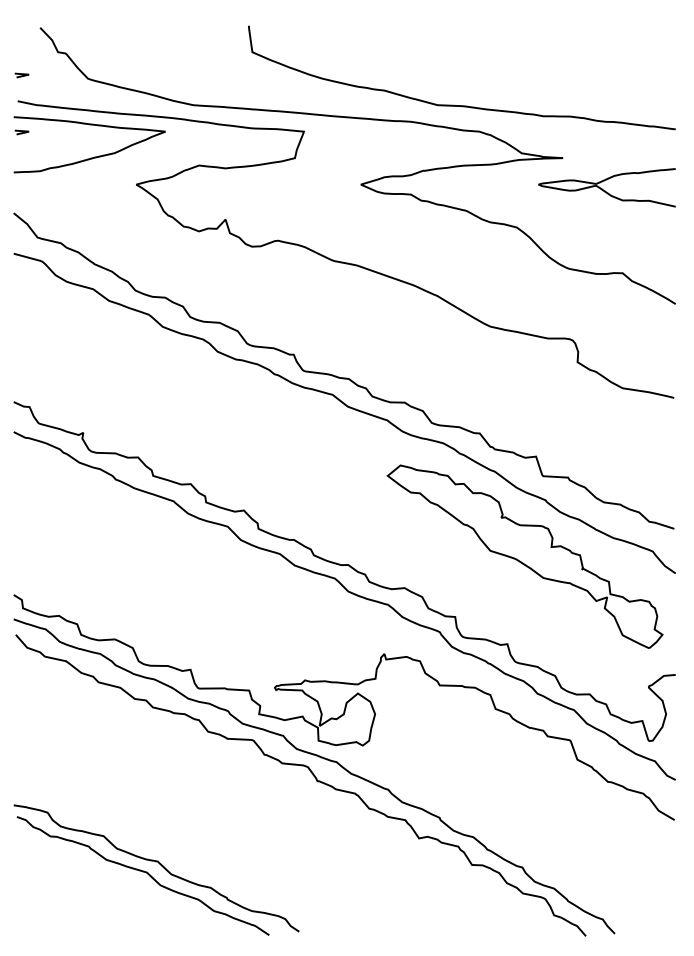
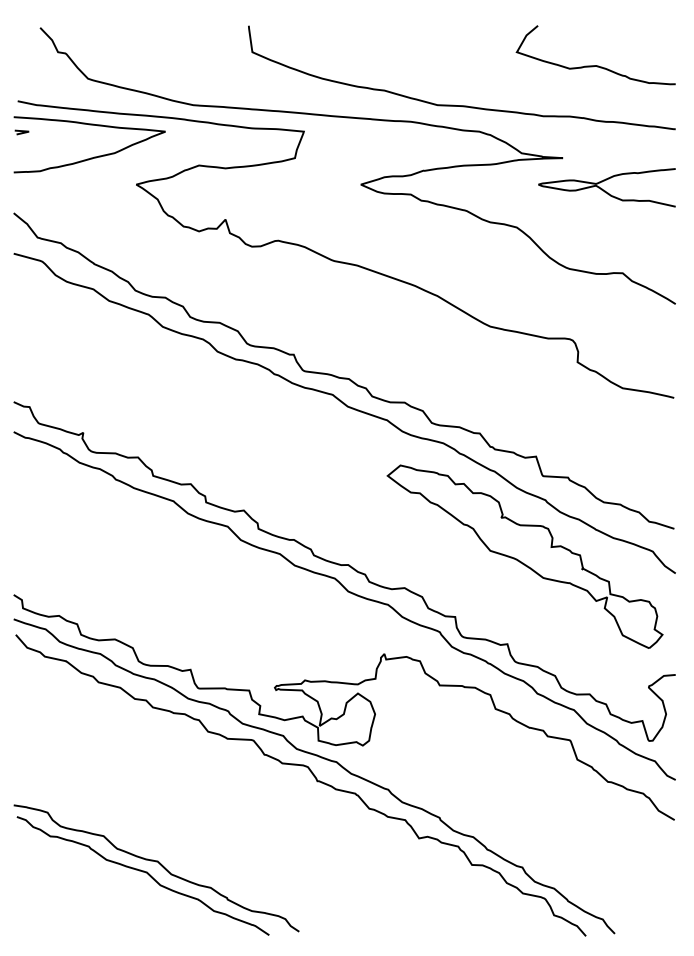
curve at (595, 65): none -> present
line at (21, 75): present -> none
